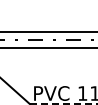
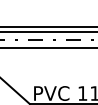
line at (48, 27): none -> present
line at (63, 104): dashed -> solid
